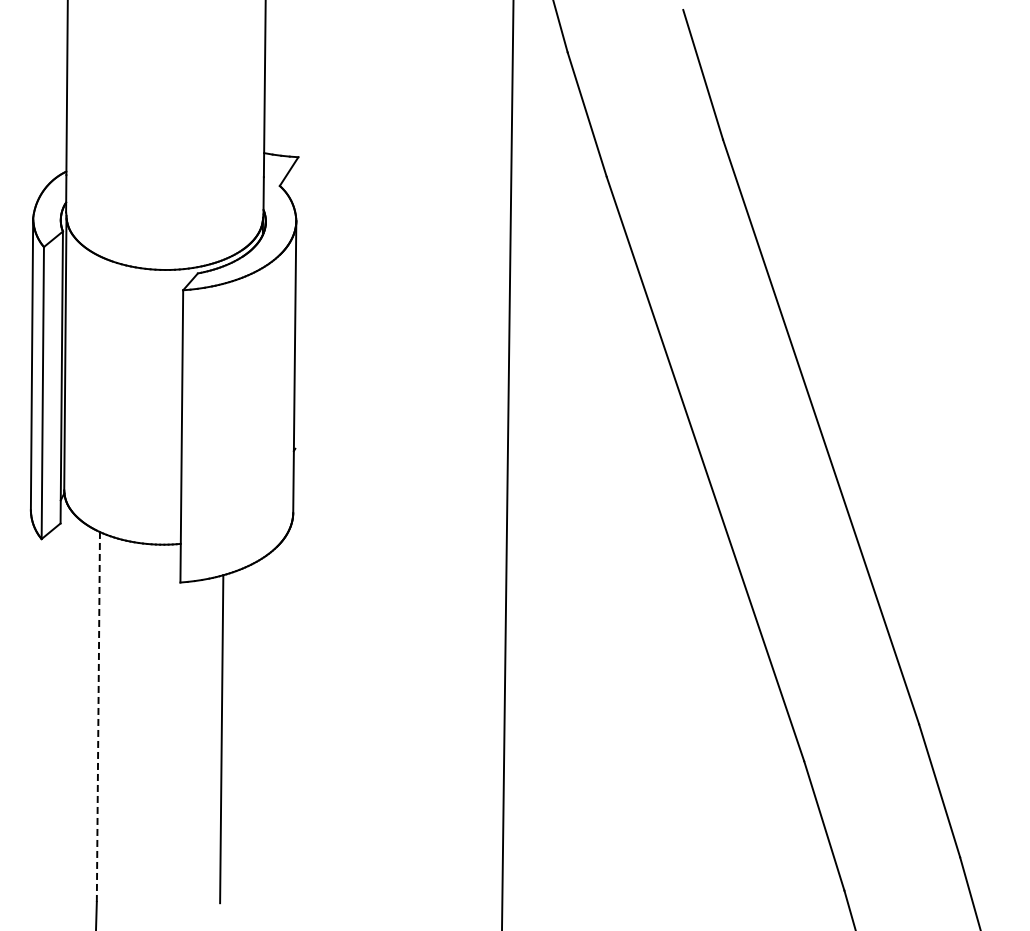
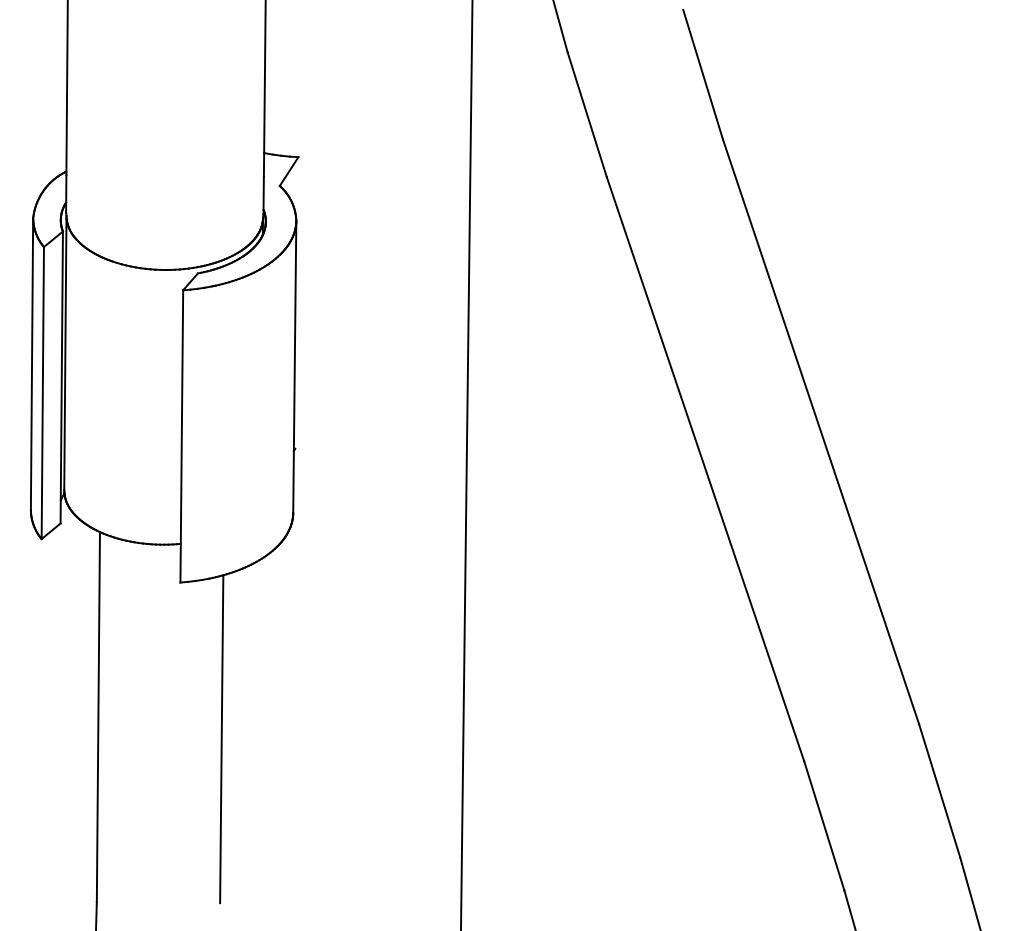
line at (507, 464) position: (507, 464) -> (466, 464)
line at (98, 717): dashed -> solid
